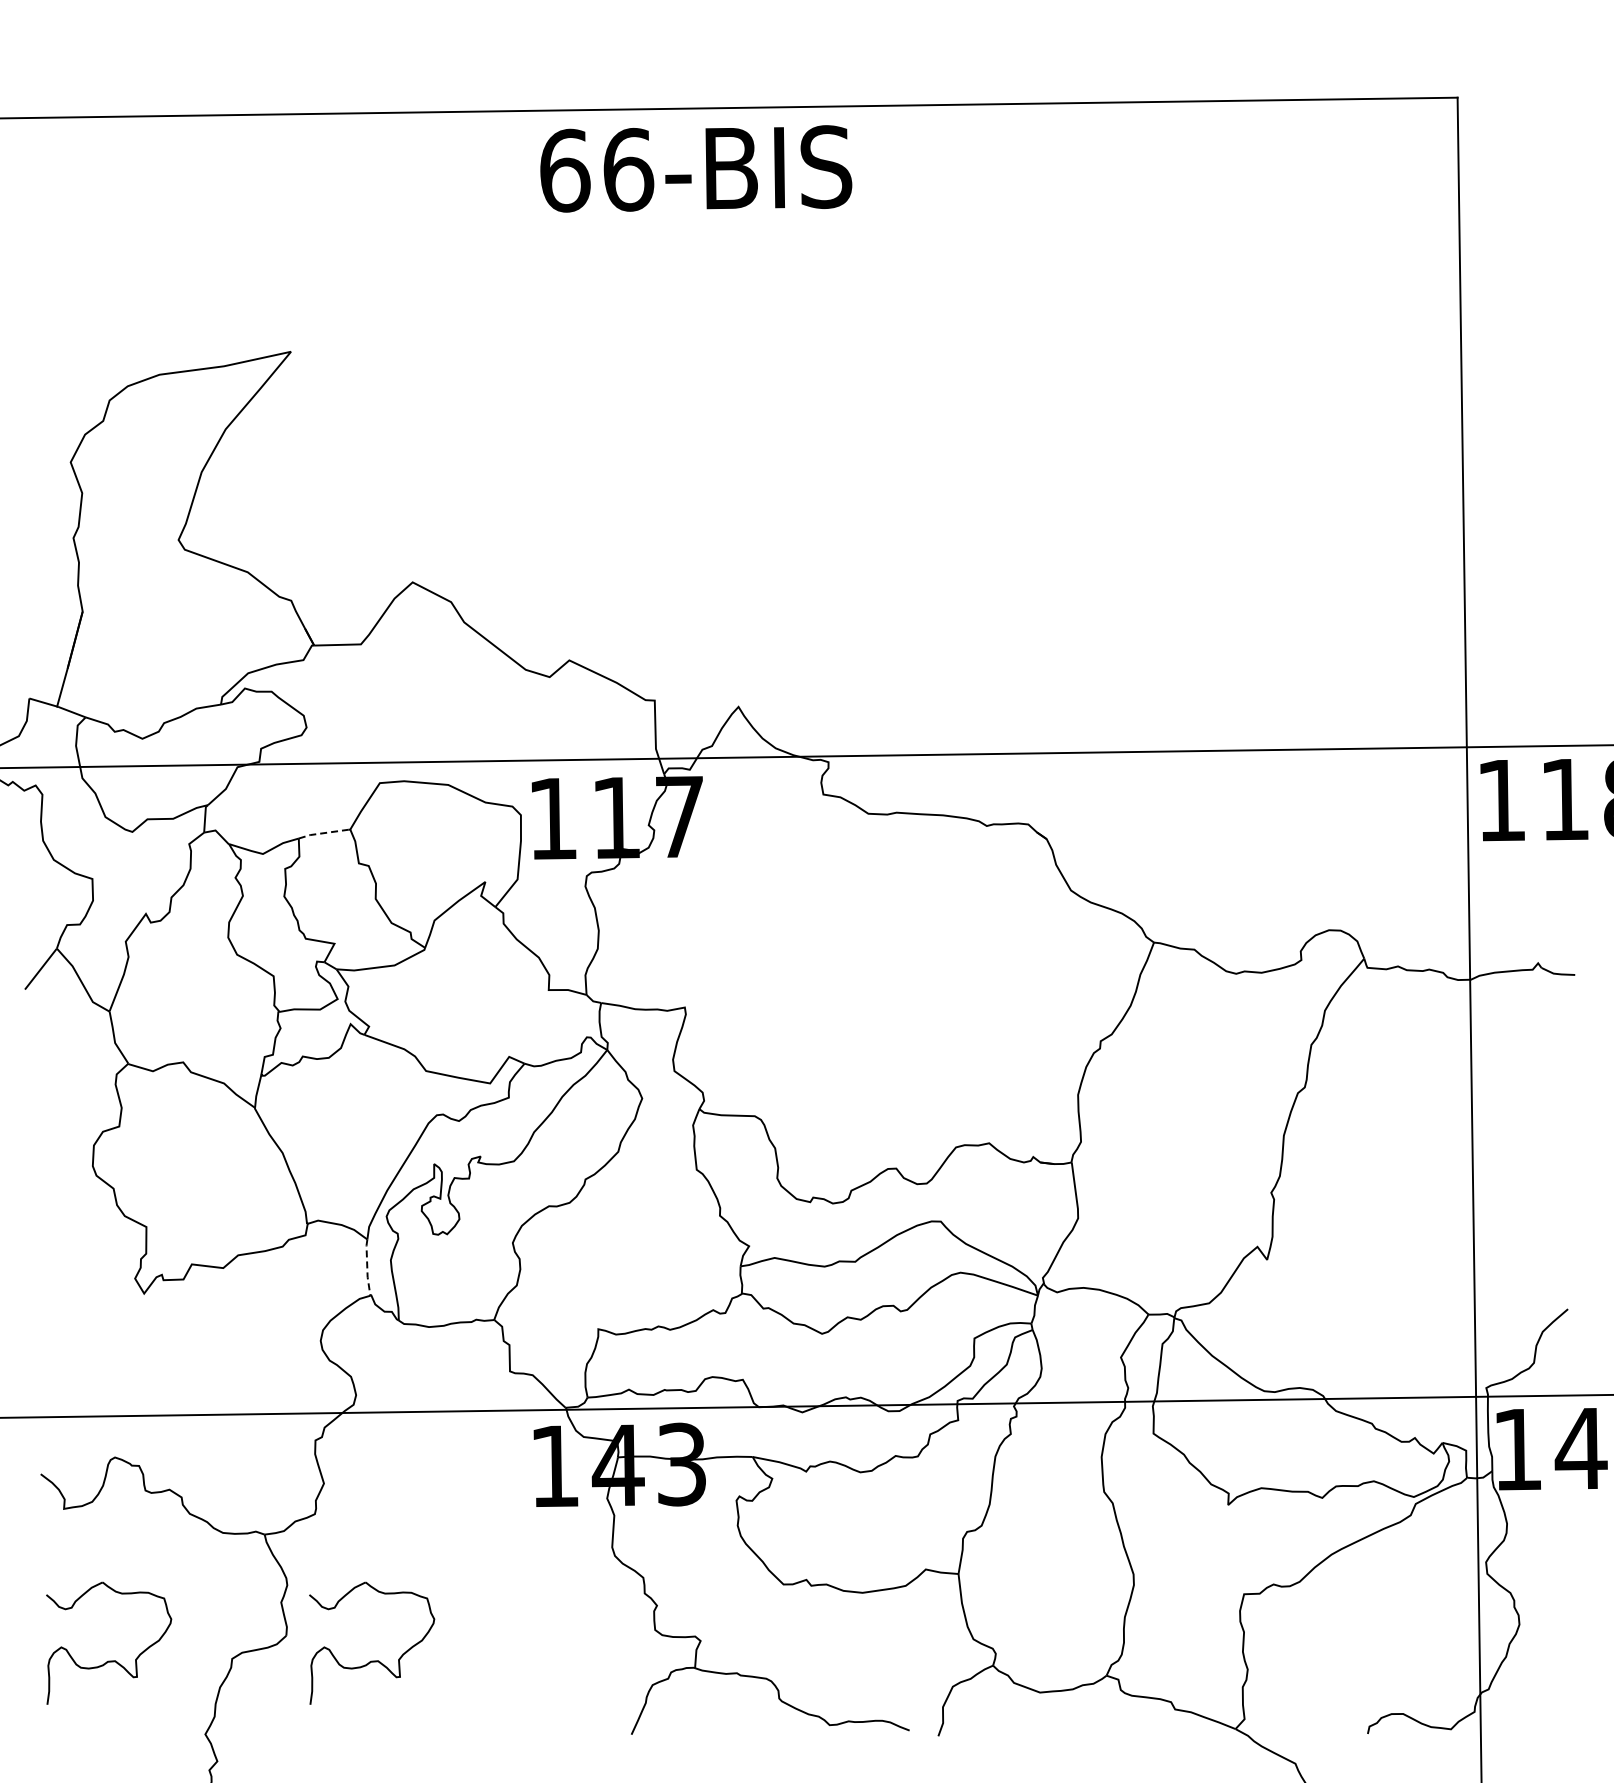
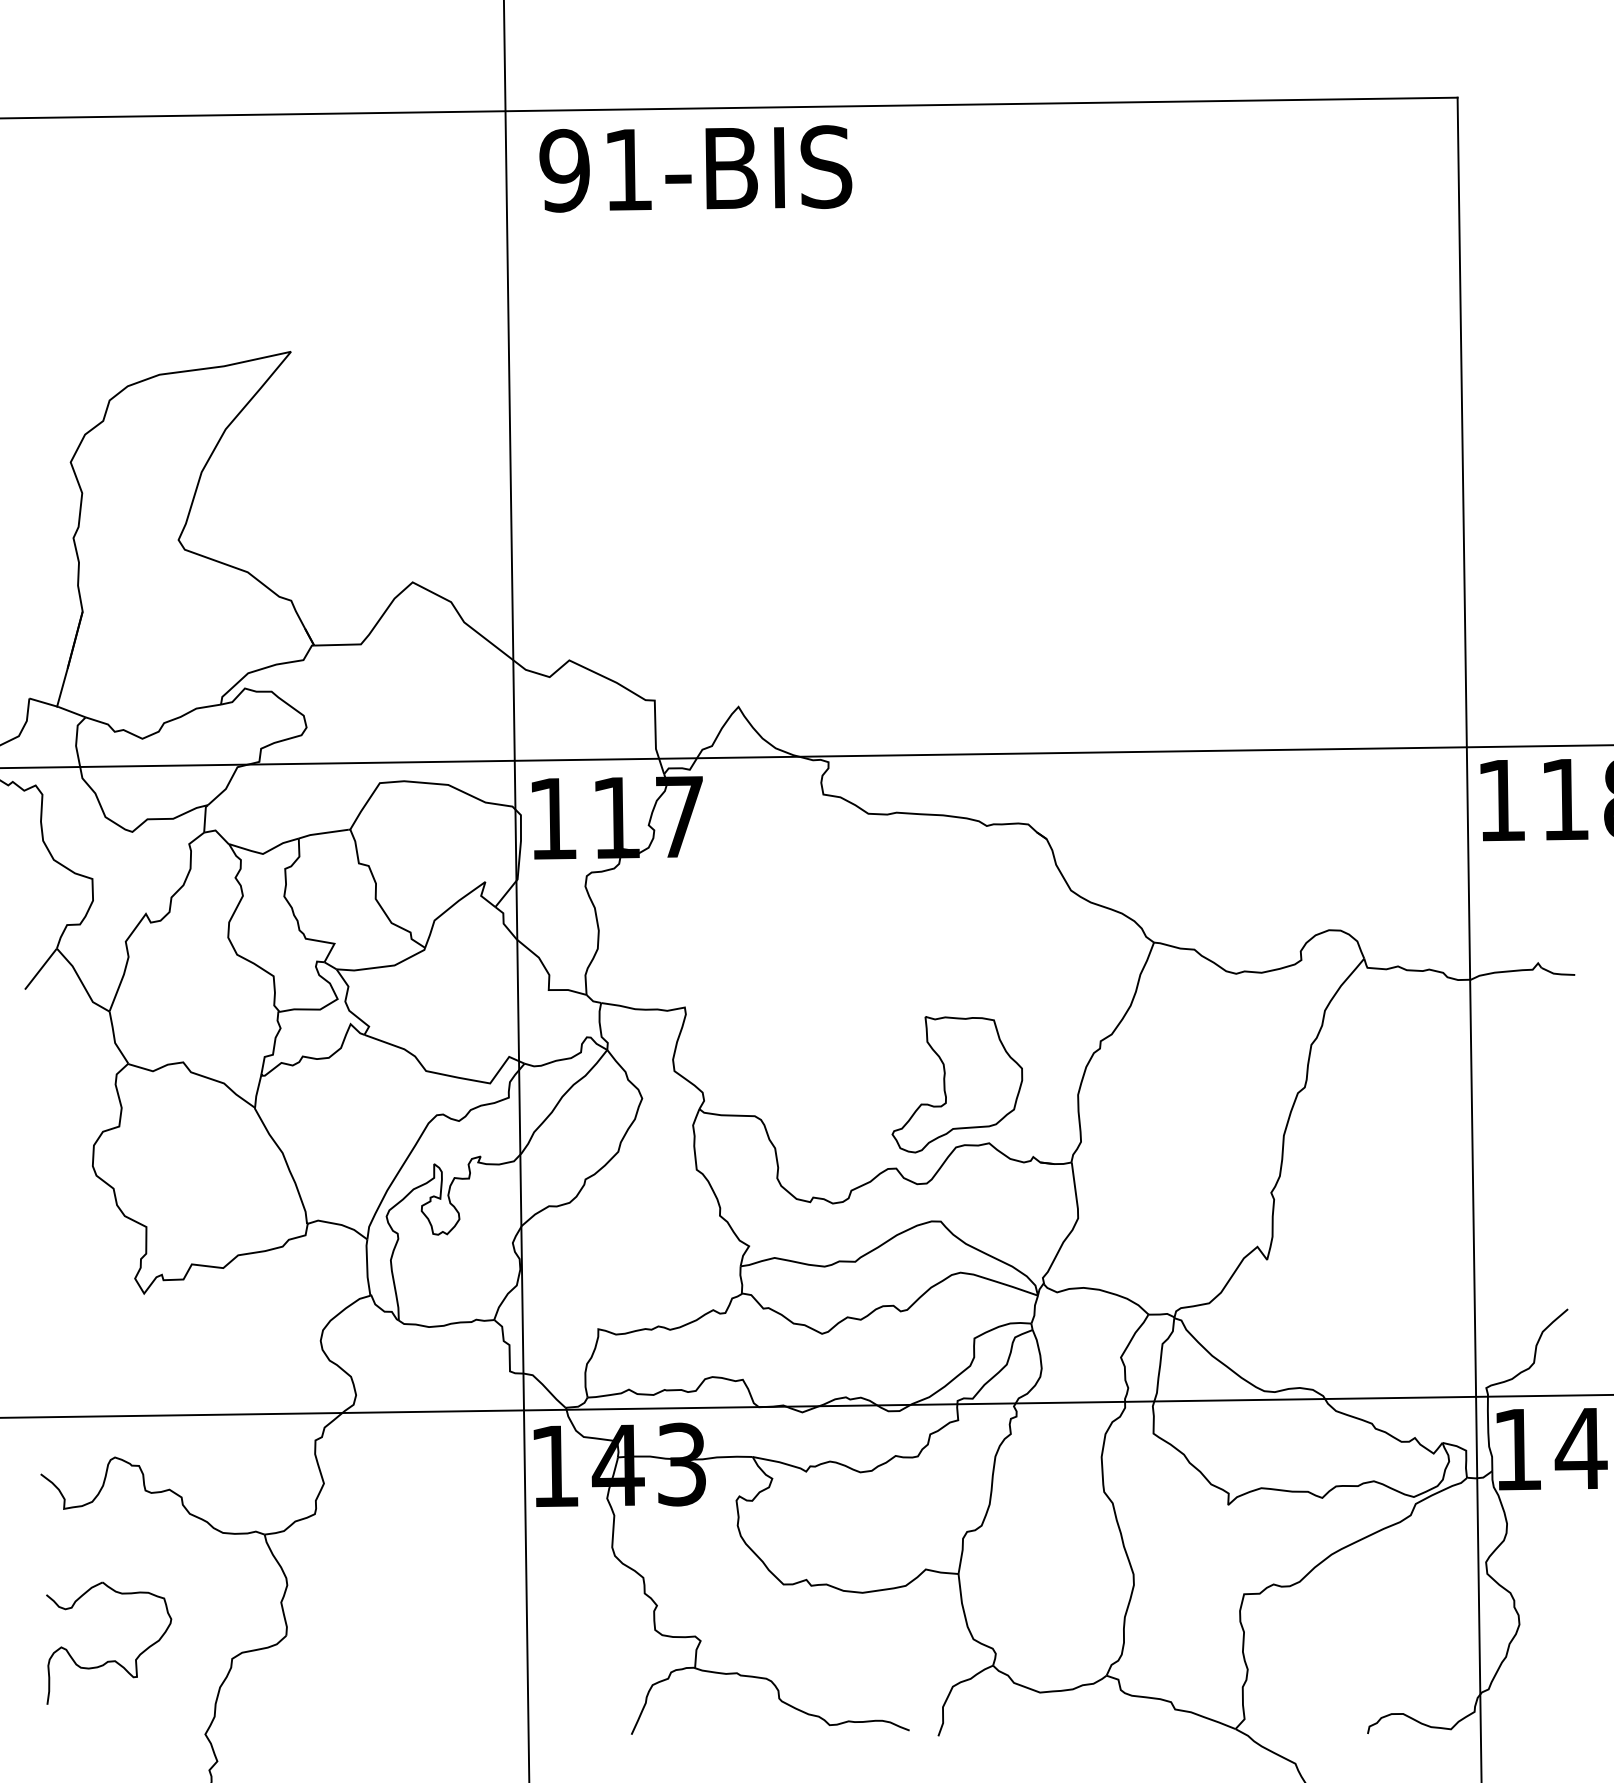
text at (596, 169): 66-BIS -> 91-BIS
line at (323, 833): dashed -> solid
line at (516, 890): none -> present
part at (957, 1084): none -> present
line at (367, 1267): dashed -> solid
part at (372, 1660): present -> none
